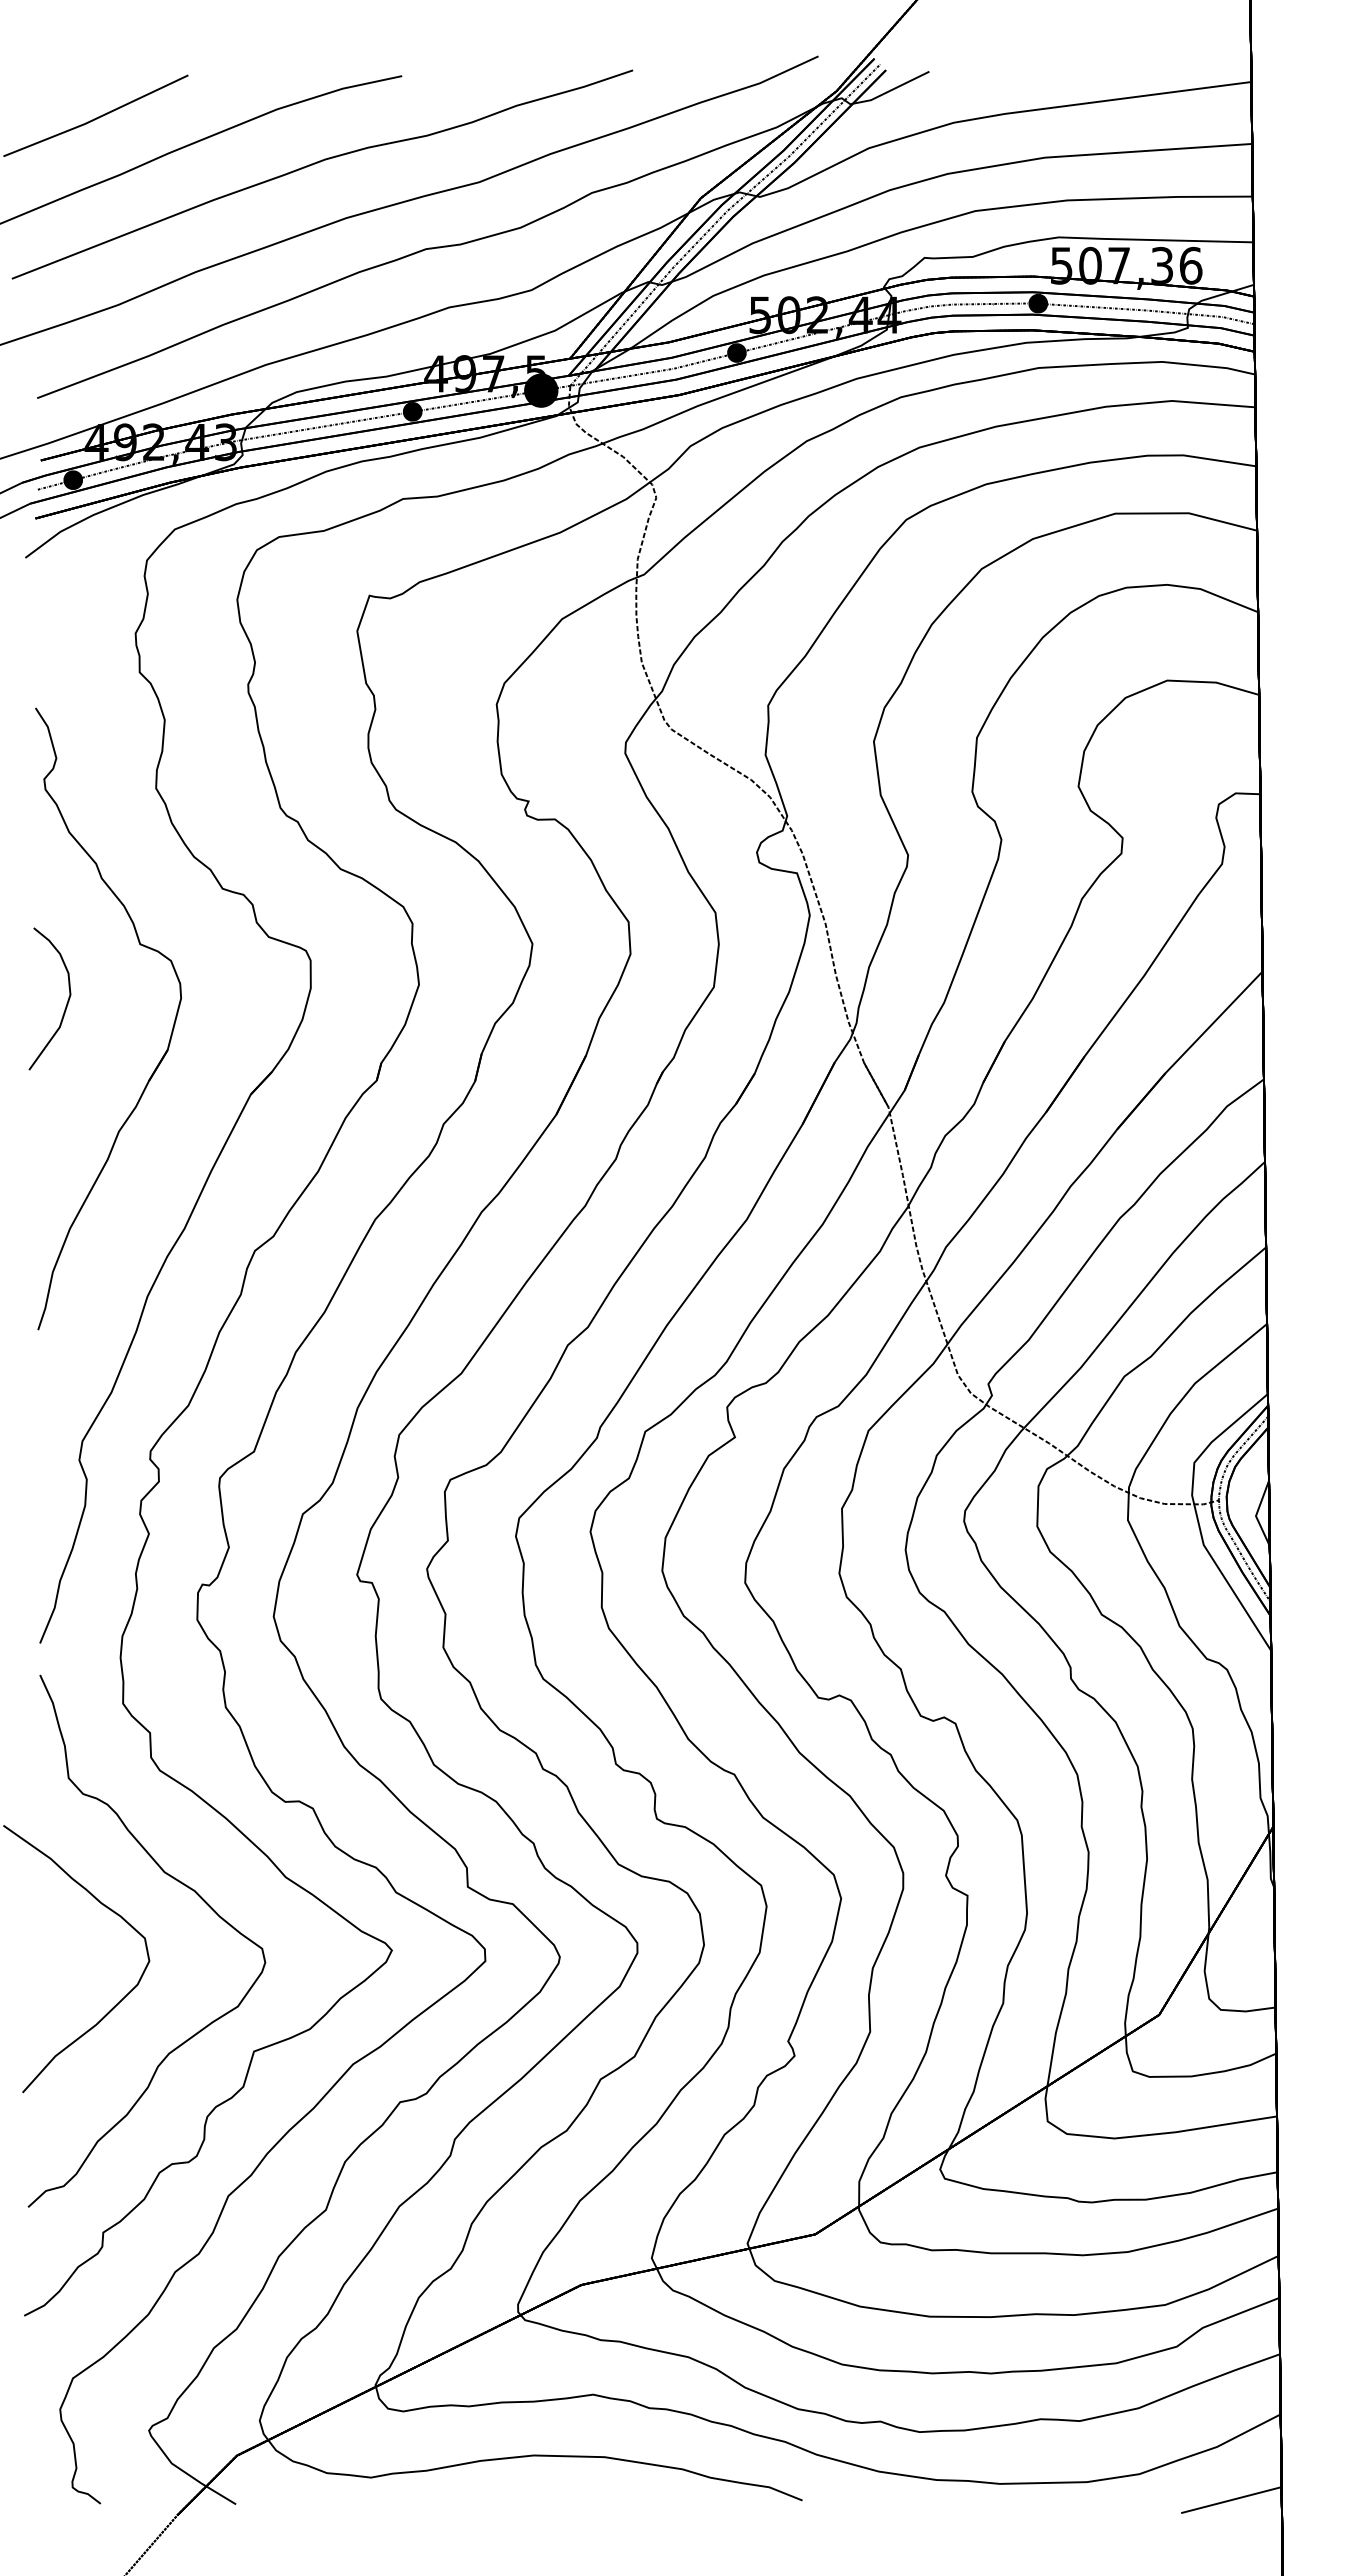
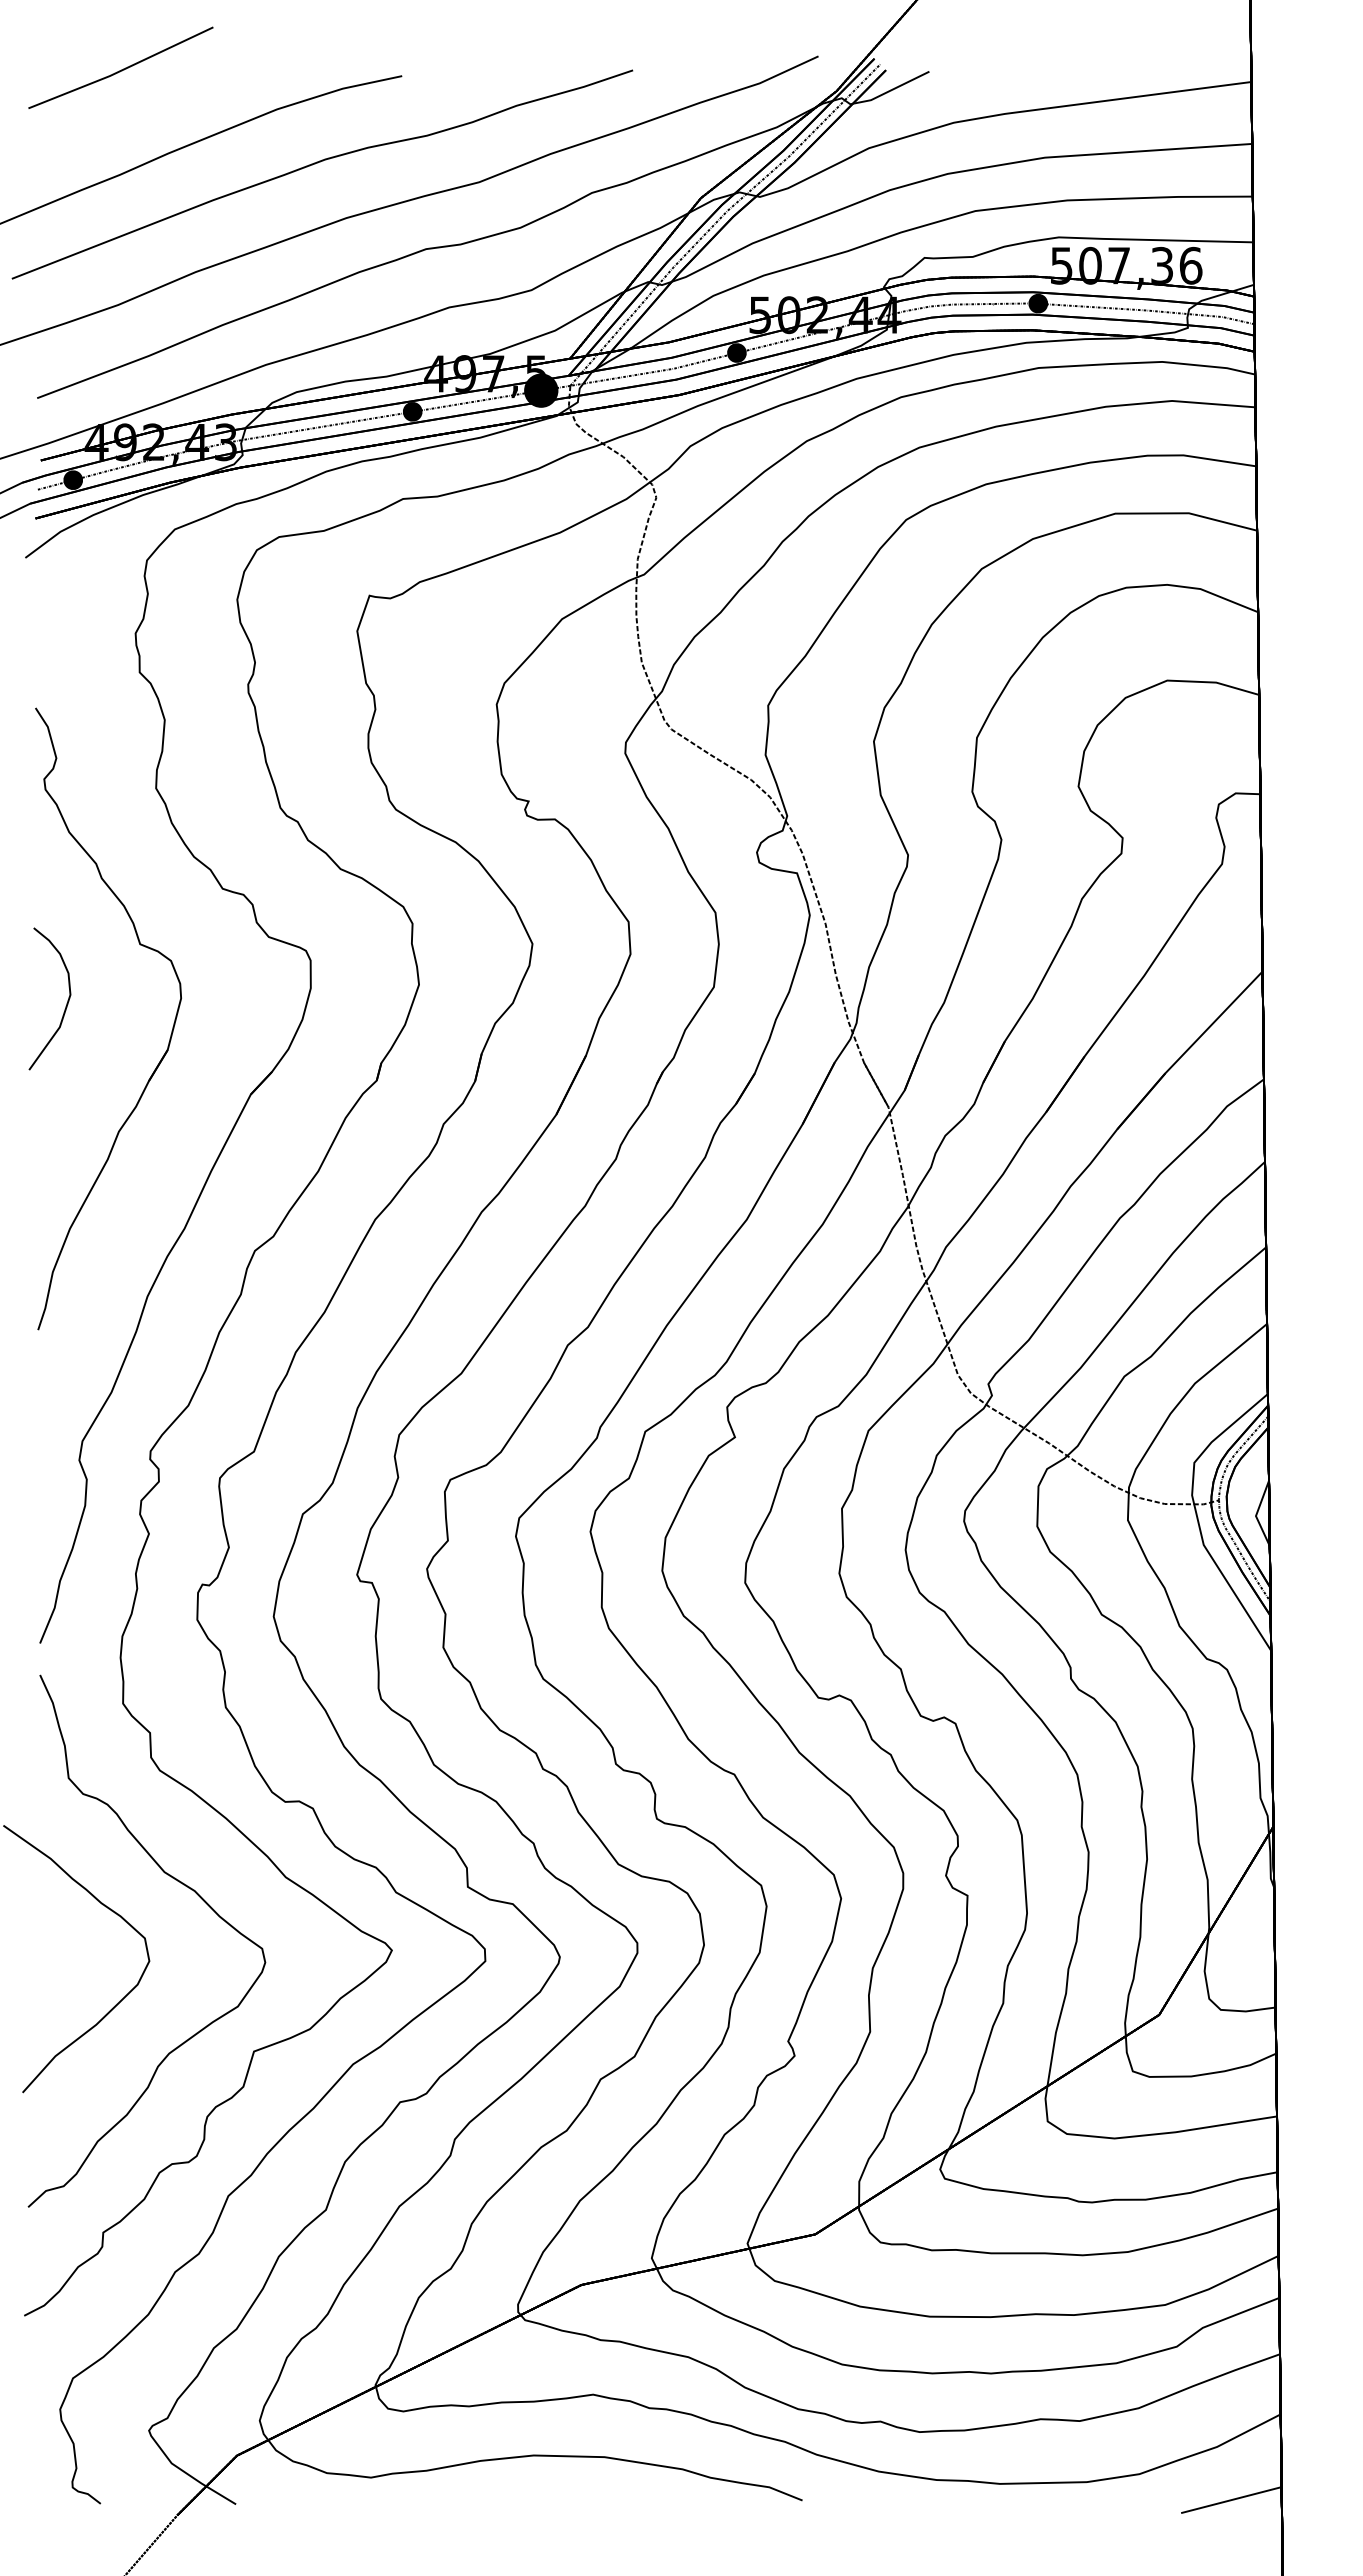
part at (95, 115) position: (95, 115) -> (120, 67)
